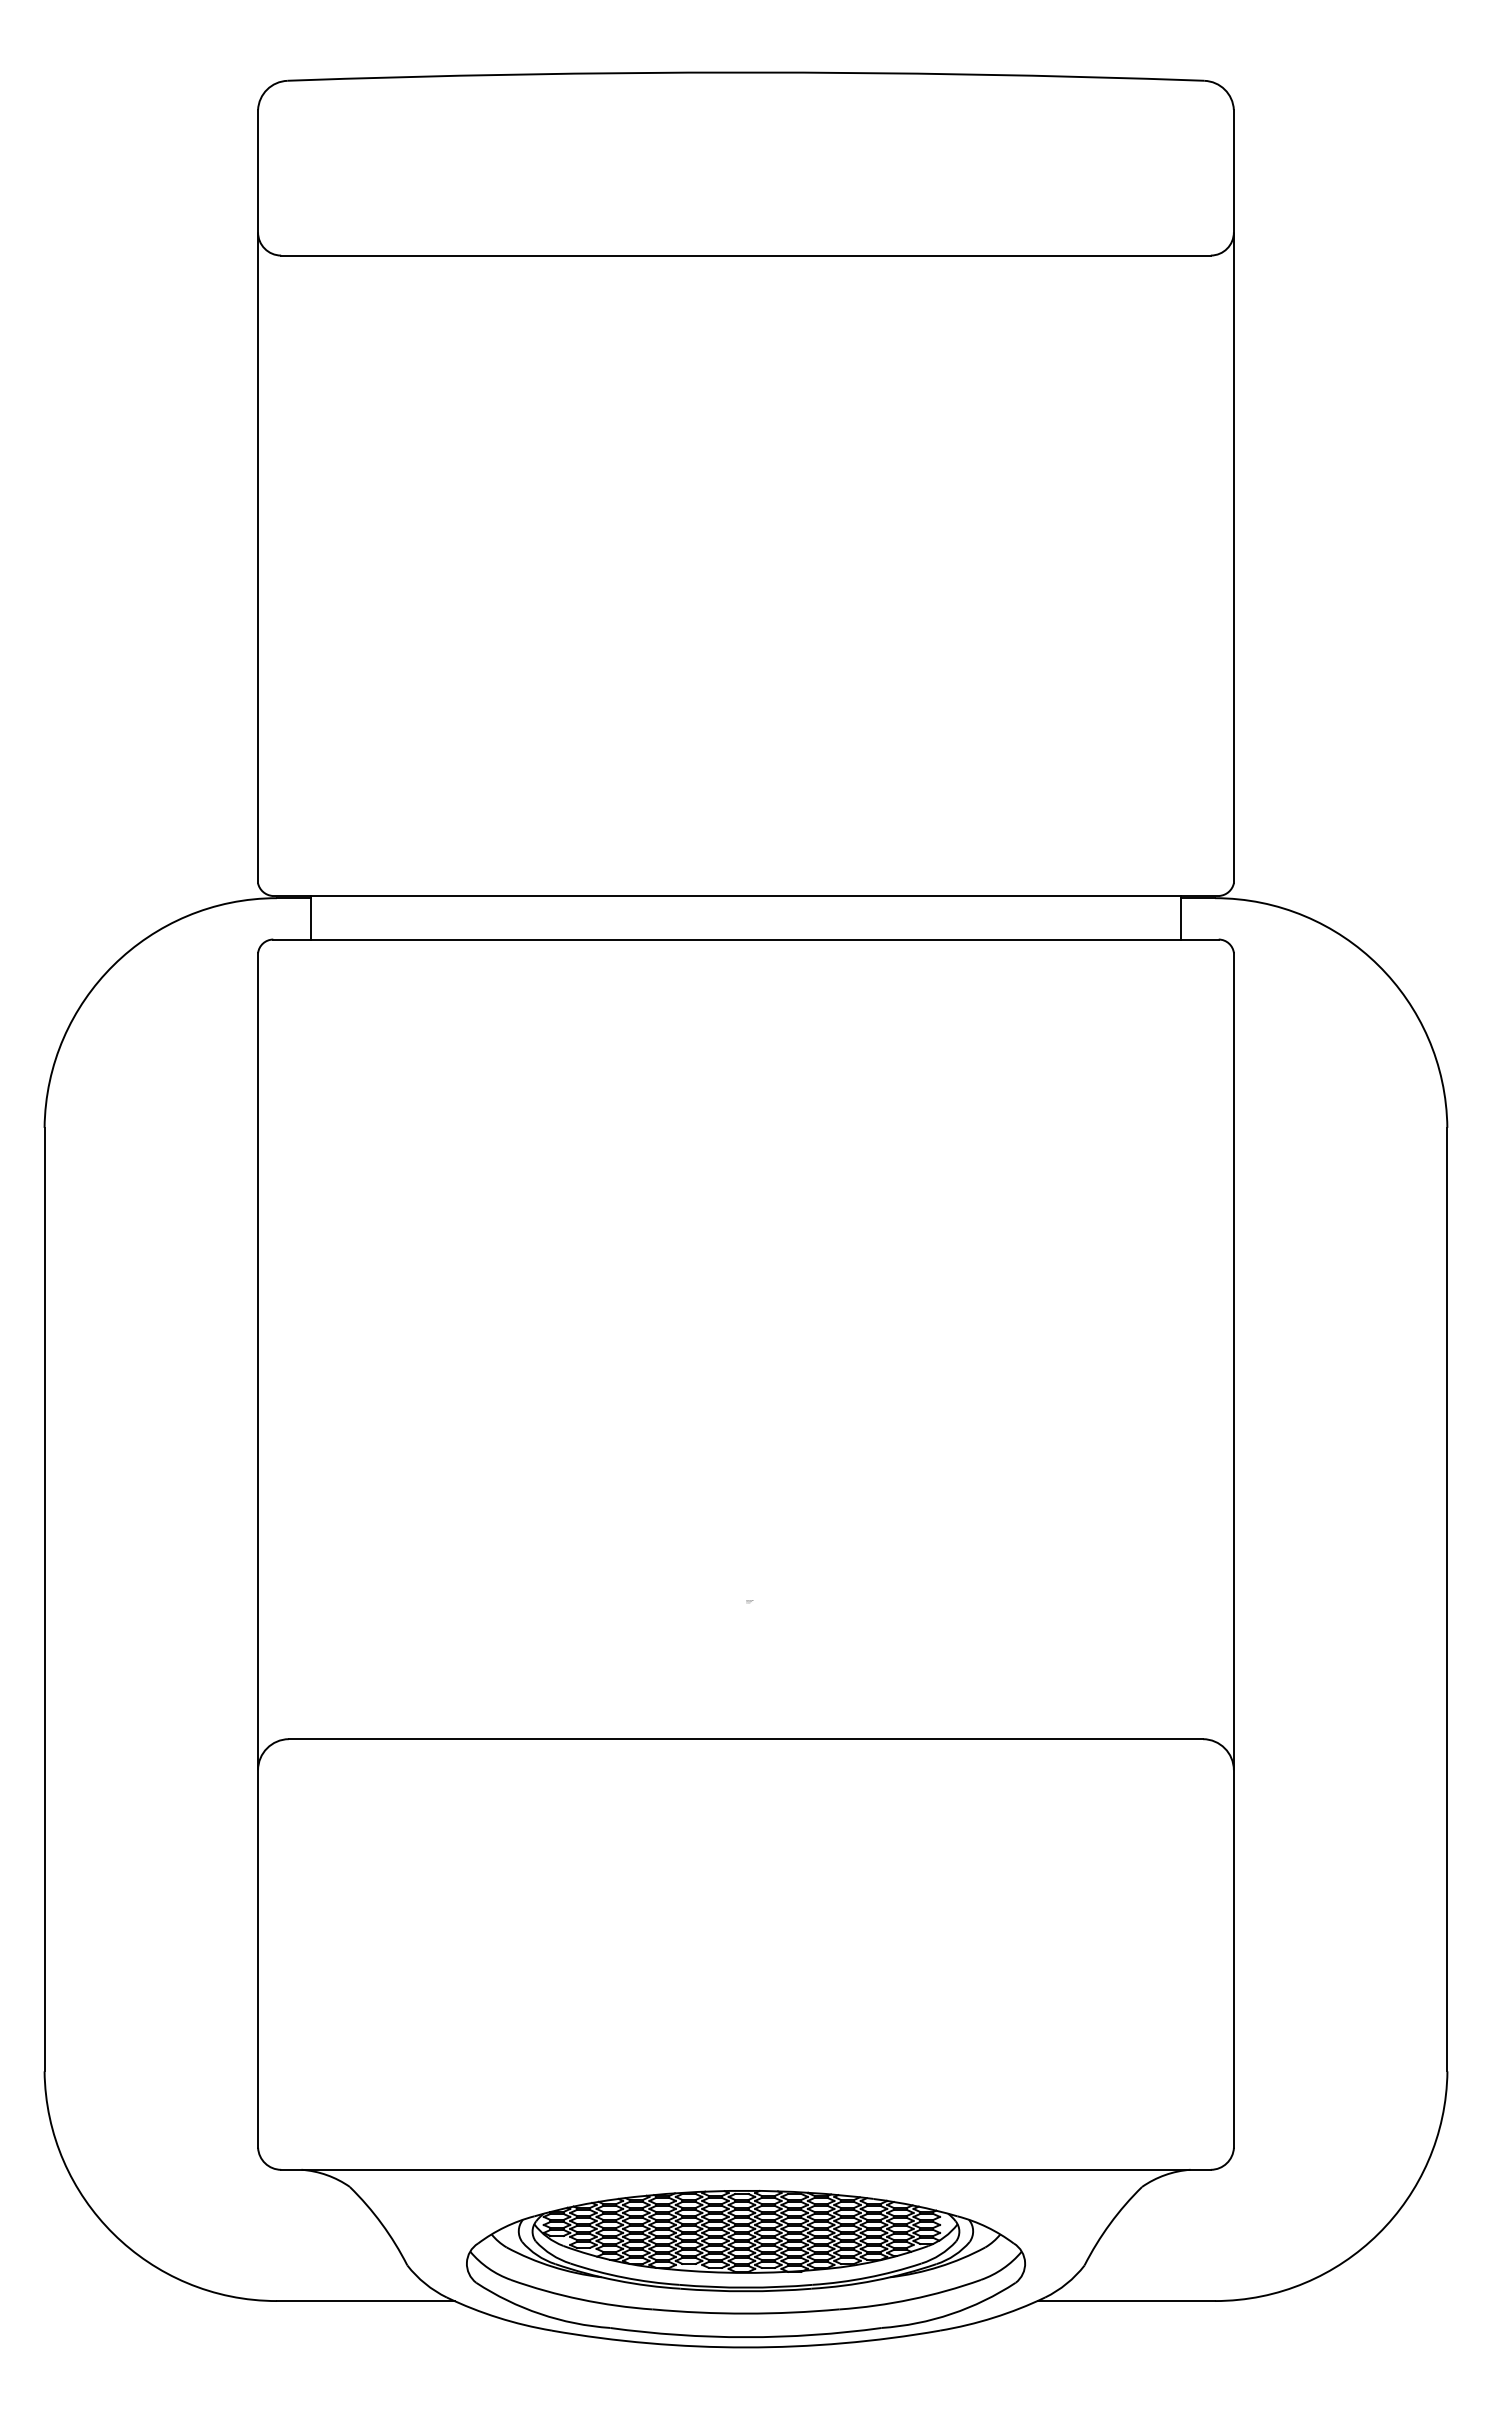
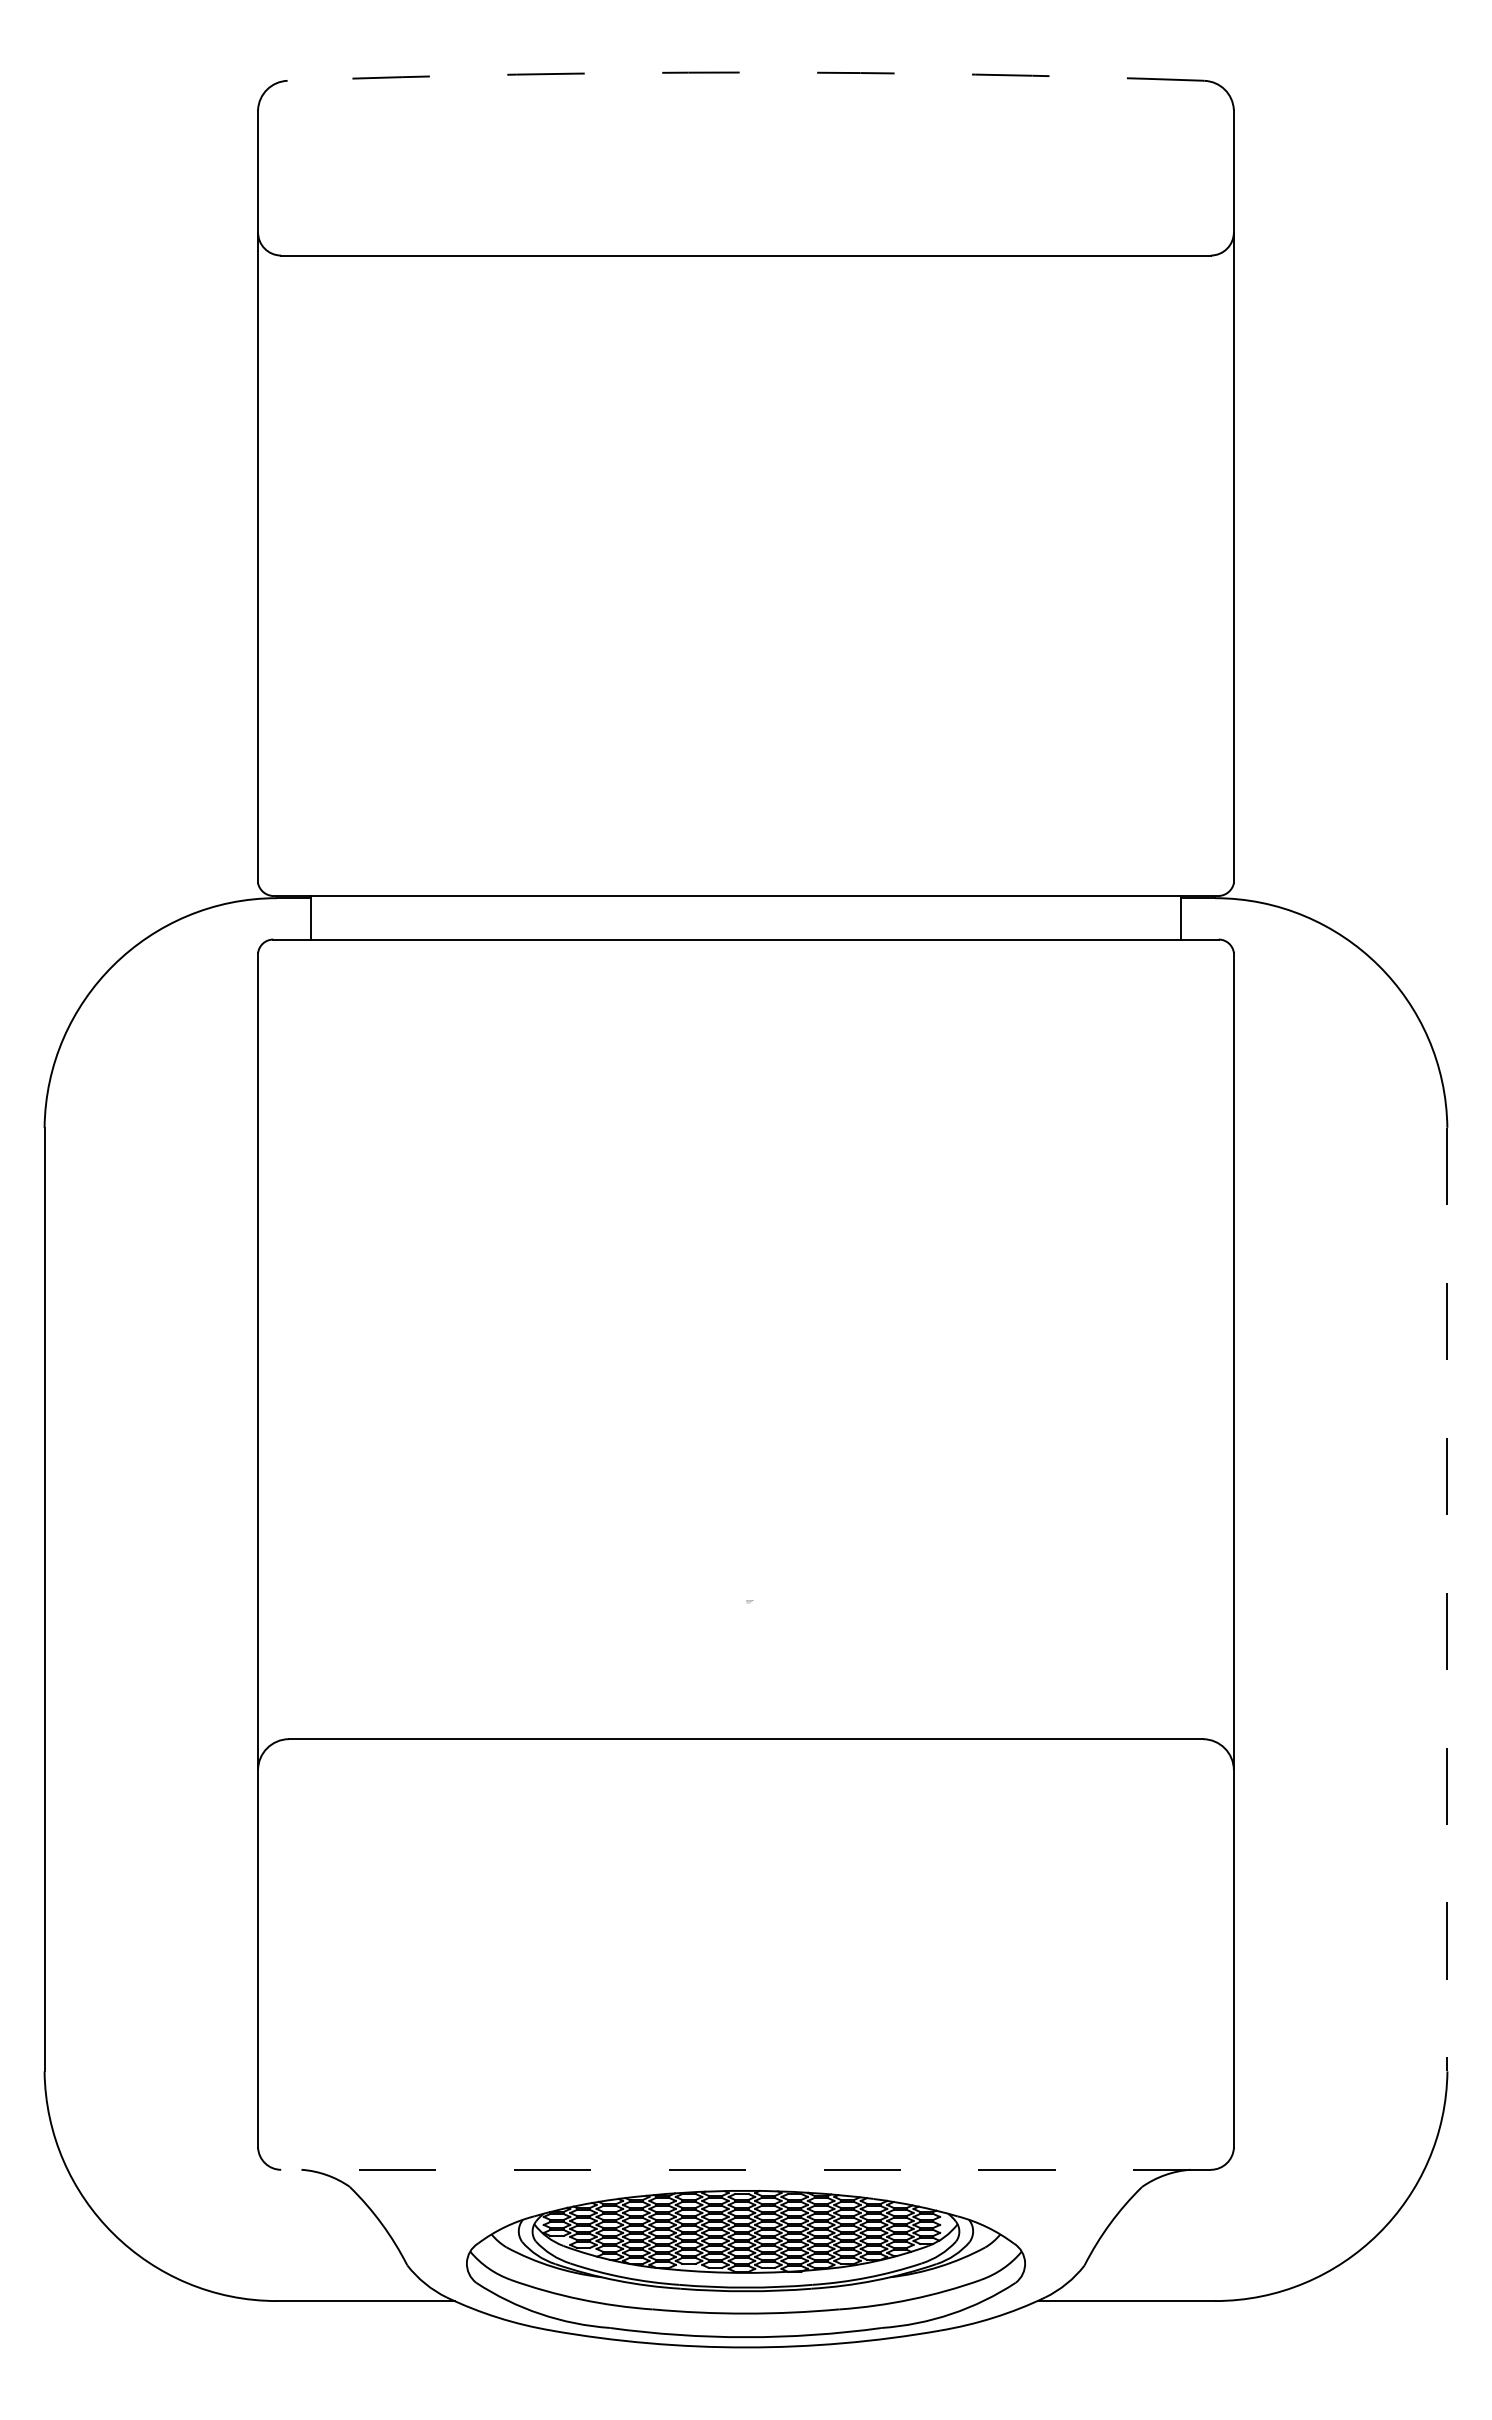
arc at (745, 72): solid -> dashed
line at (1447, 1599): solid -> dashed
line at (745, 2169): solid -> dashed
